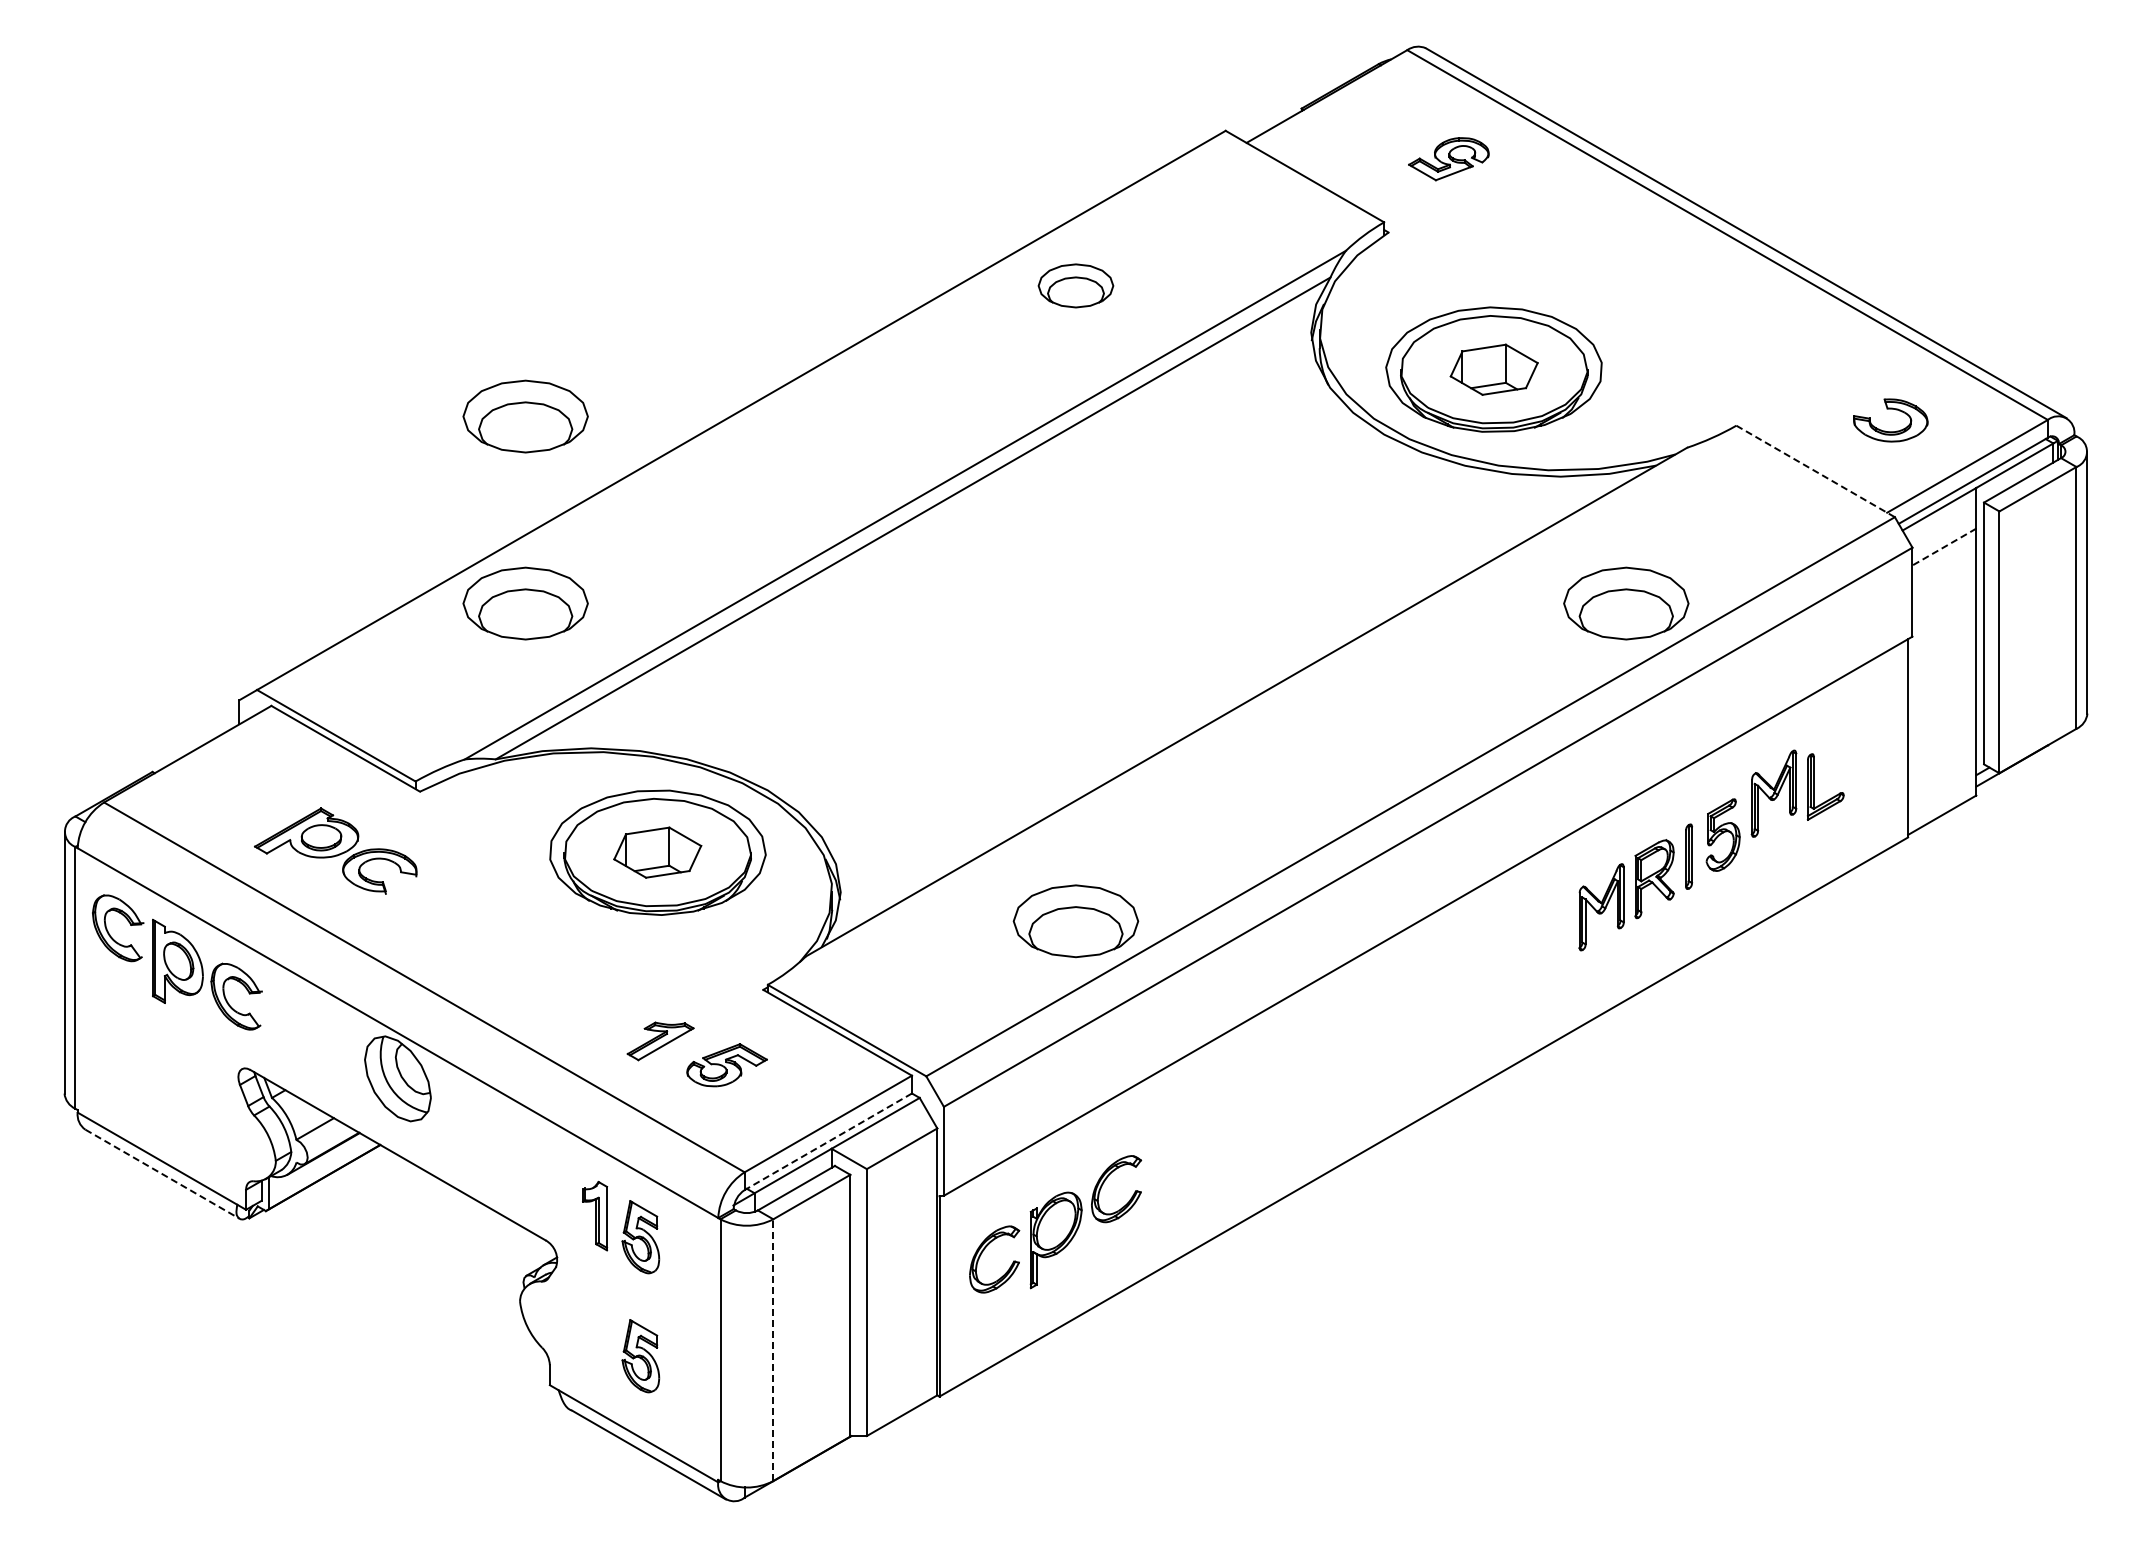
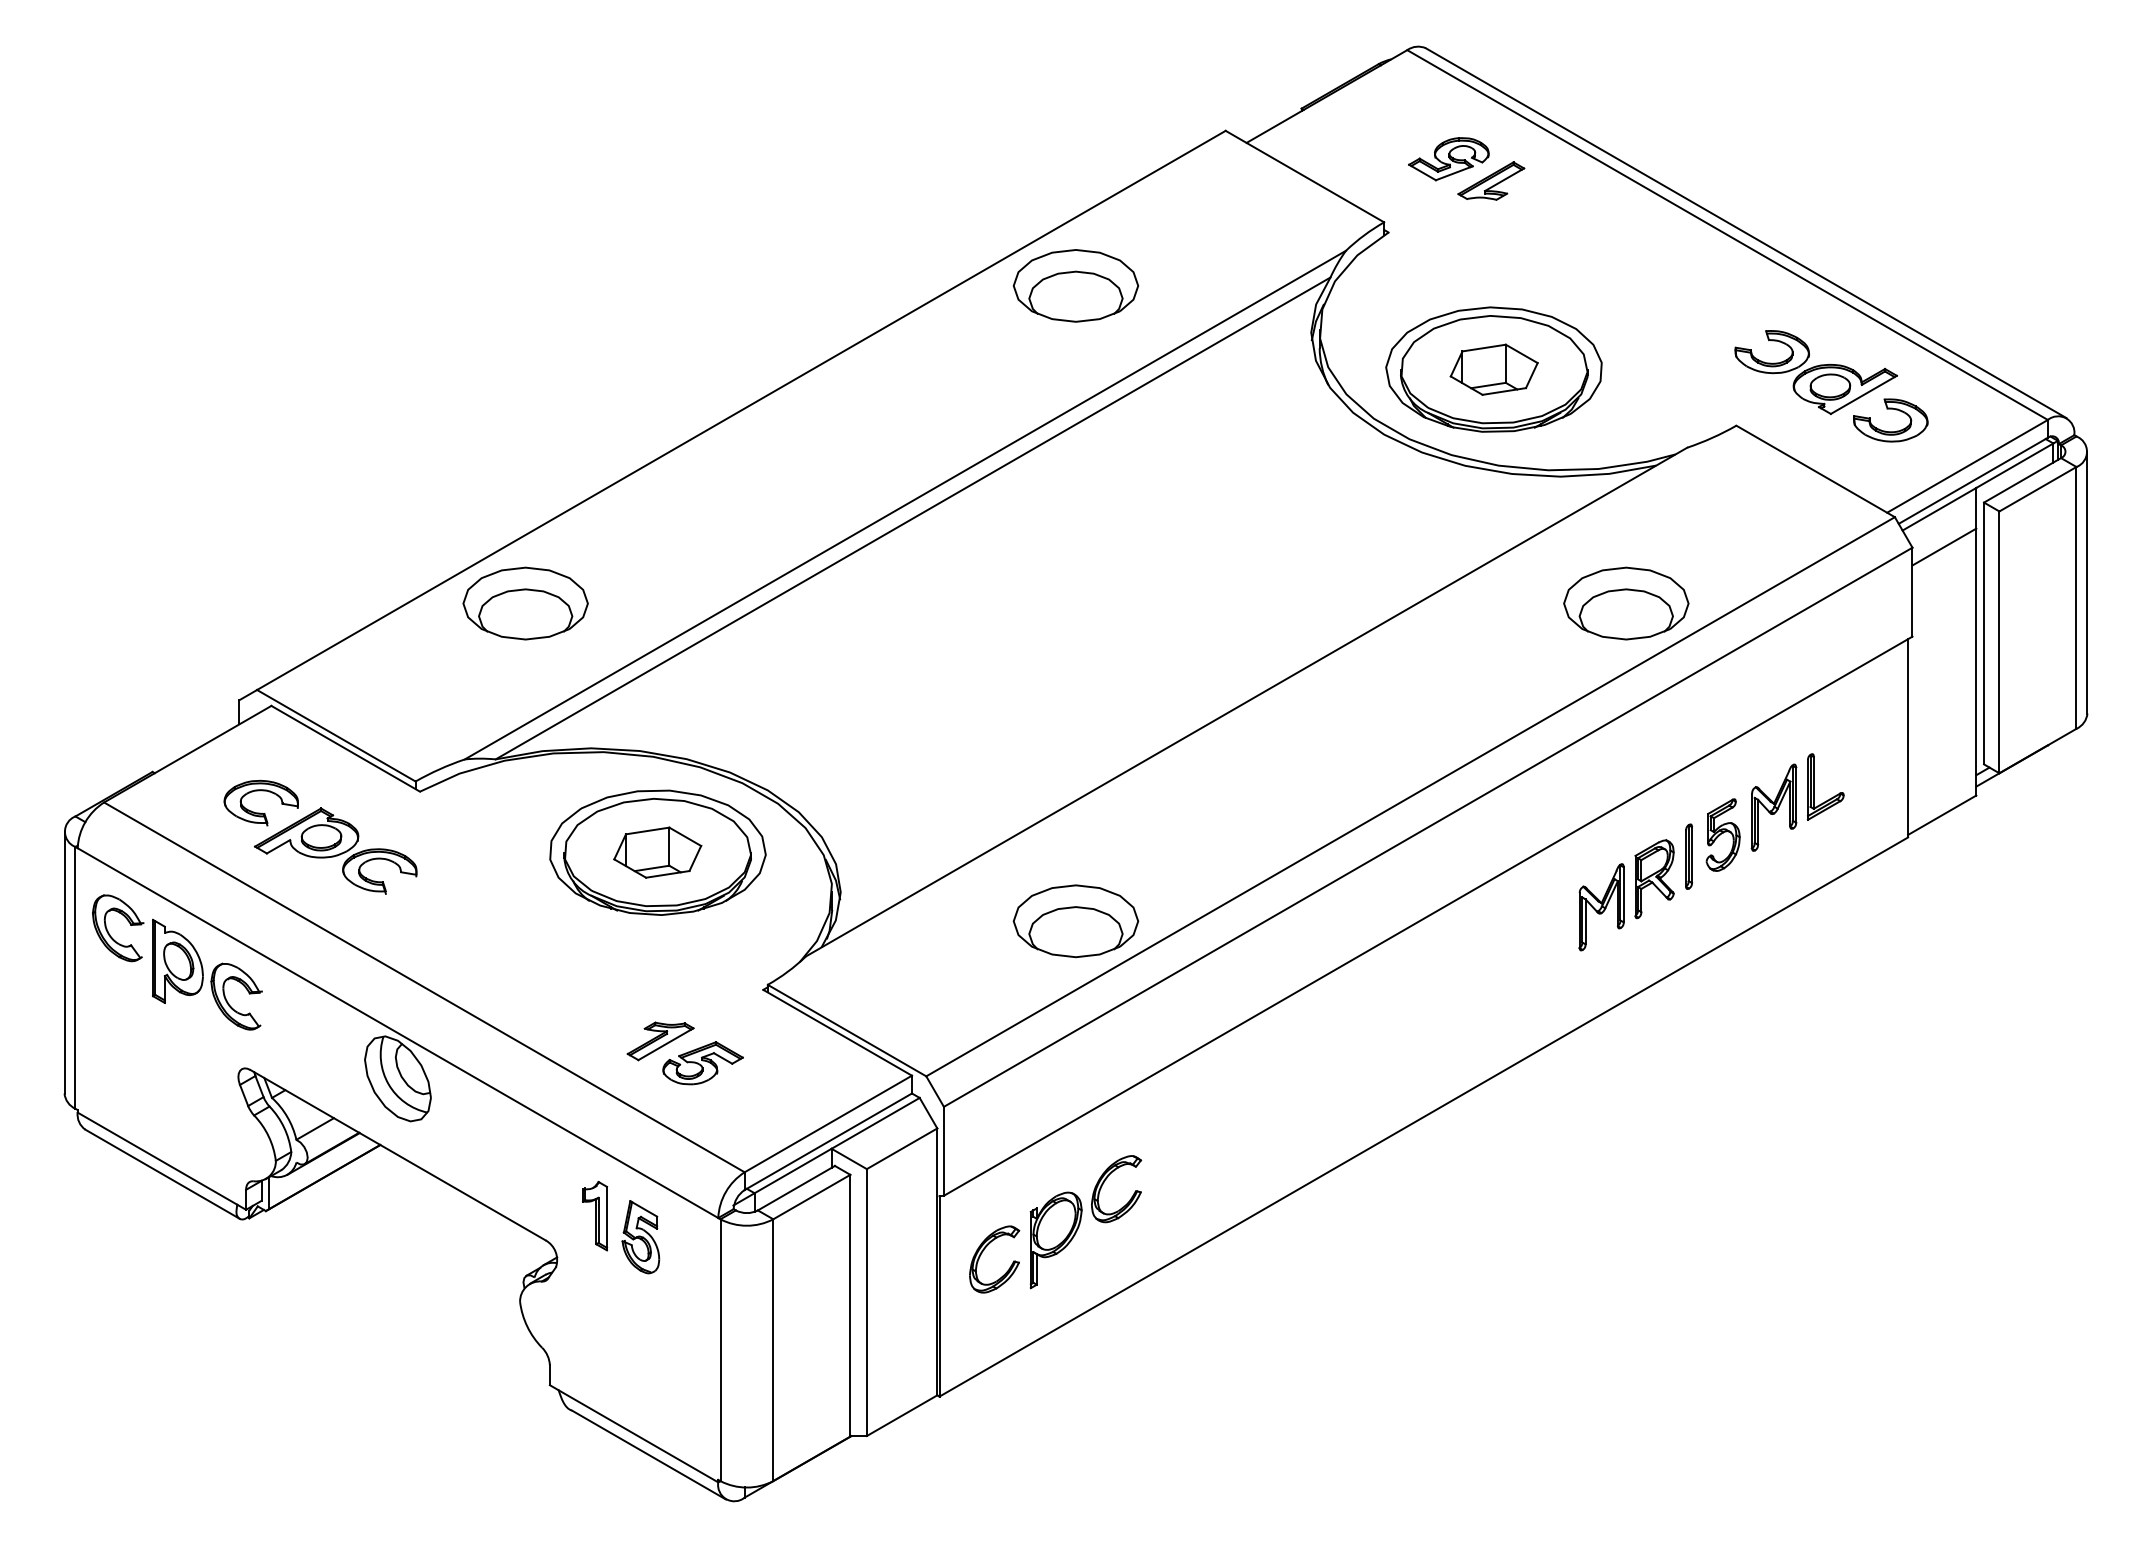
part at (1491, 180): none -> present
part at (1075, 285) size: 78x46 px -> 128x74 px
part at (1815, 372): none -> present
part at (525, 416): present -> none
line at (1815, 471): dashed -> solid
line at (1944, 547): dashed -> solid
part at (1773, 793) position: (1773, 793) -> (1773, 807)
part at (260, 812): none -> present
part at (726, 1065) position: (726, 1065) -> (702, 1063)
line at (828, 1141): dashed -> solid
line at (162, 1174): dashed -> solid
line at (773, 1350): dashed -> solid
part at (640, 1356): present -> none
